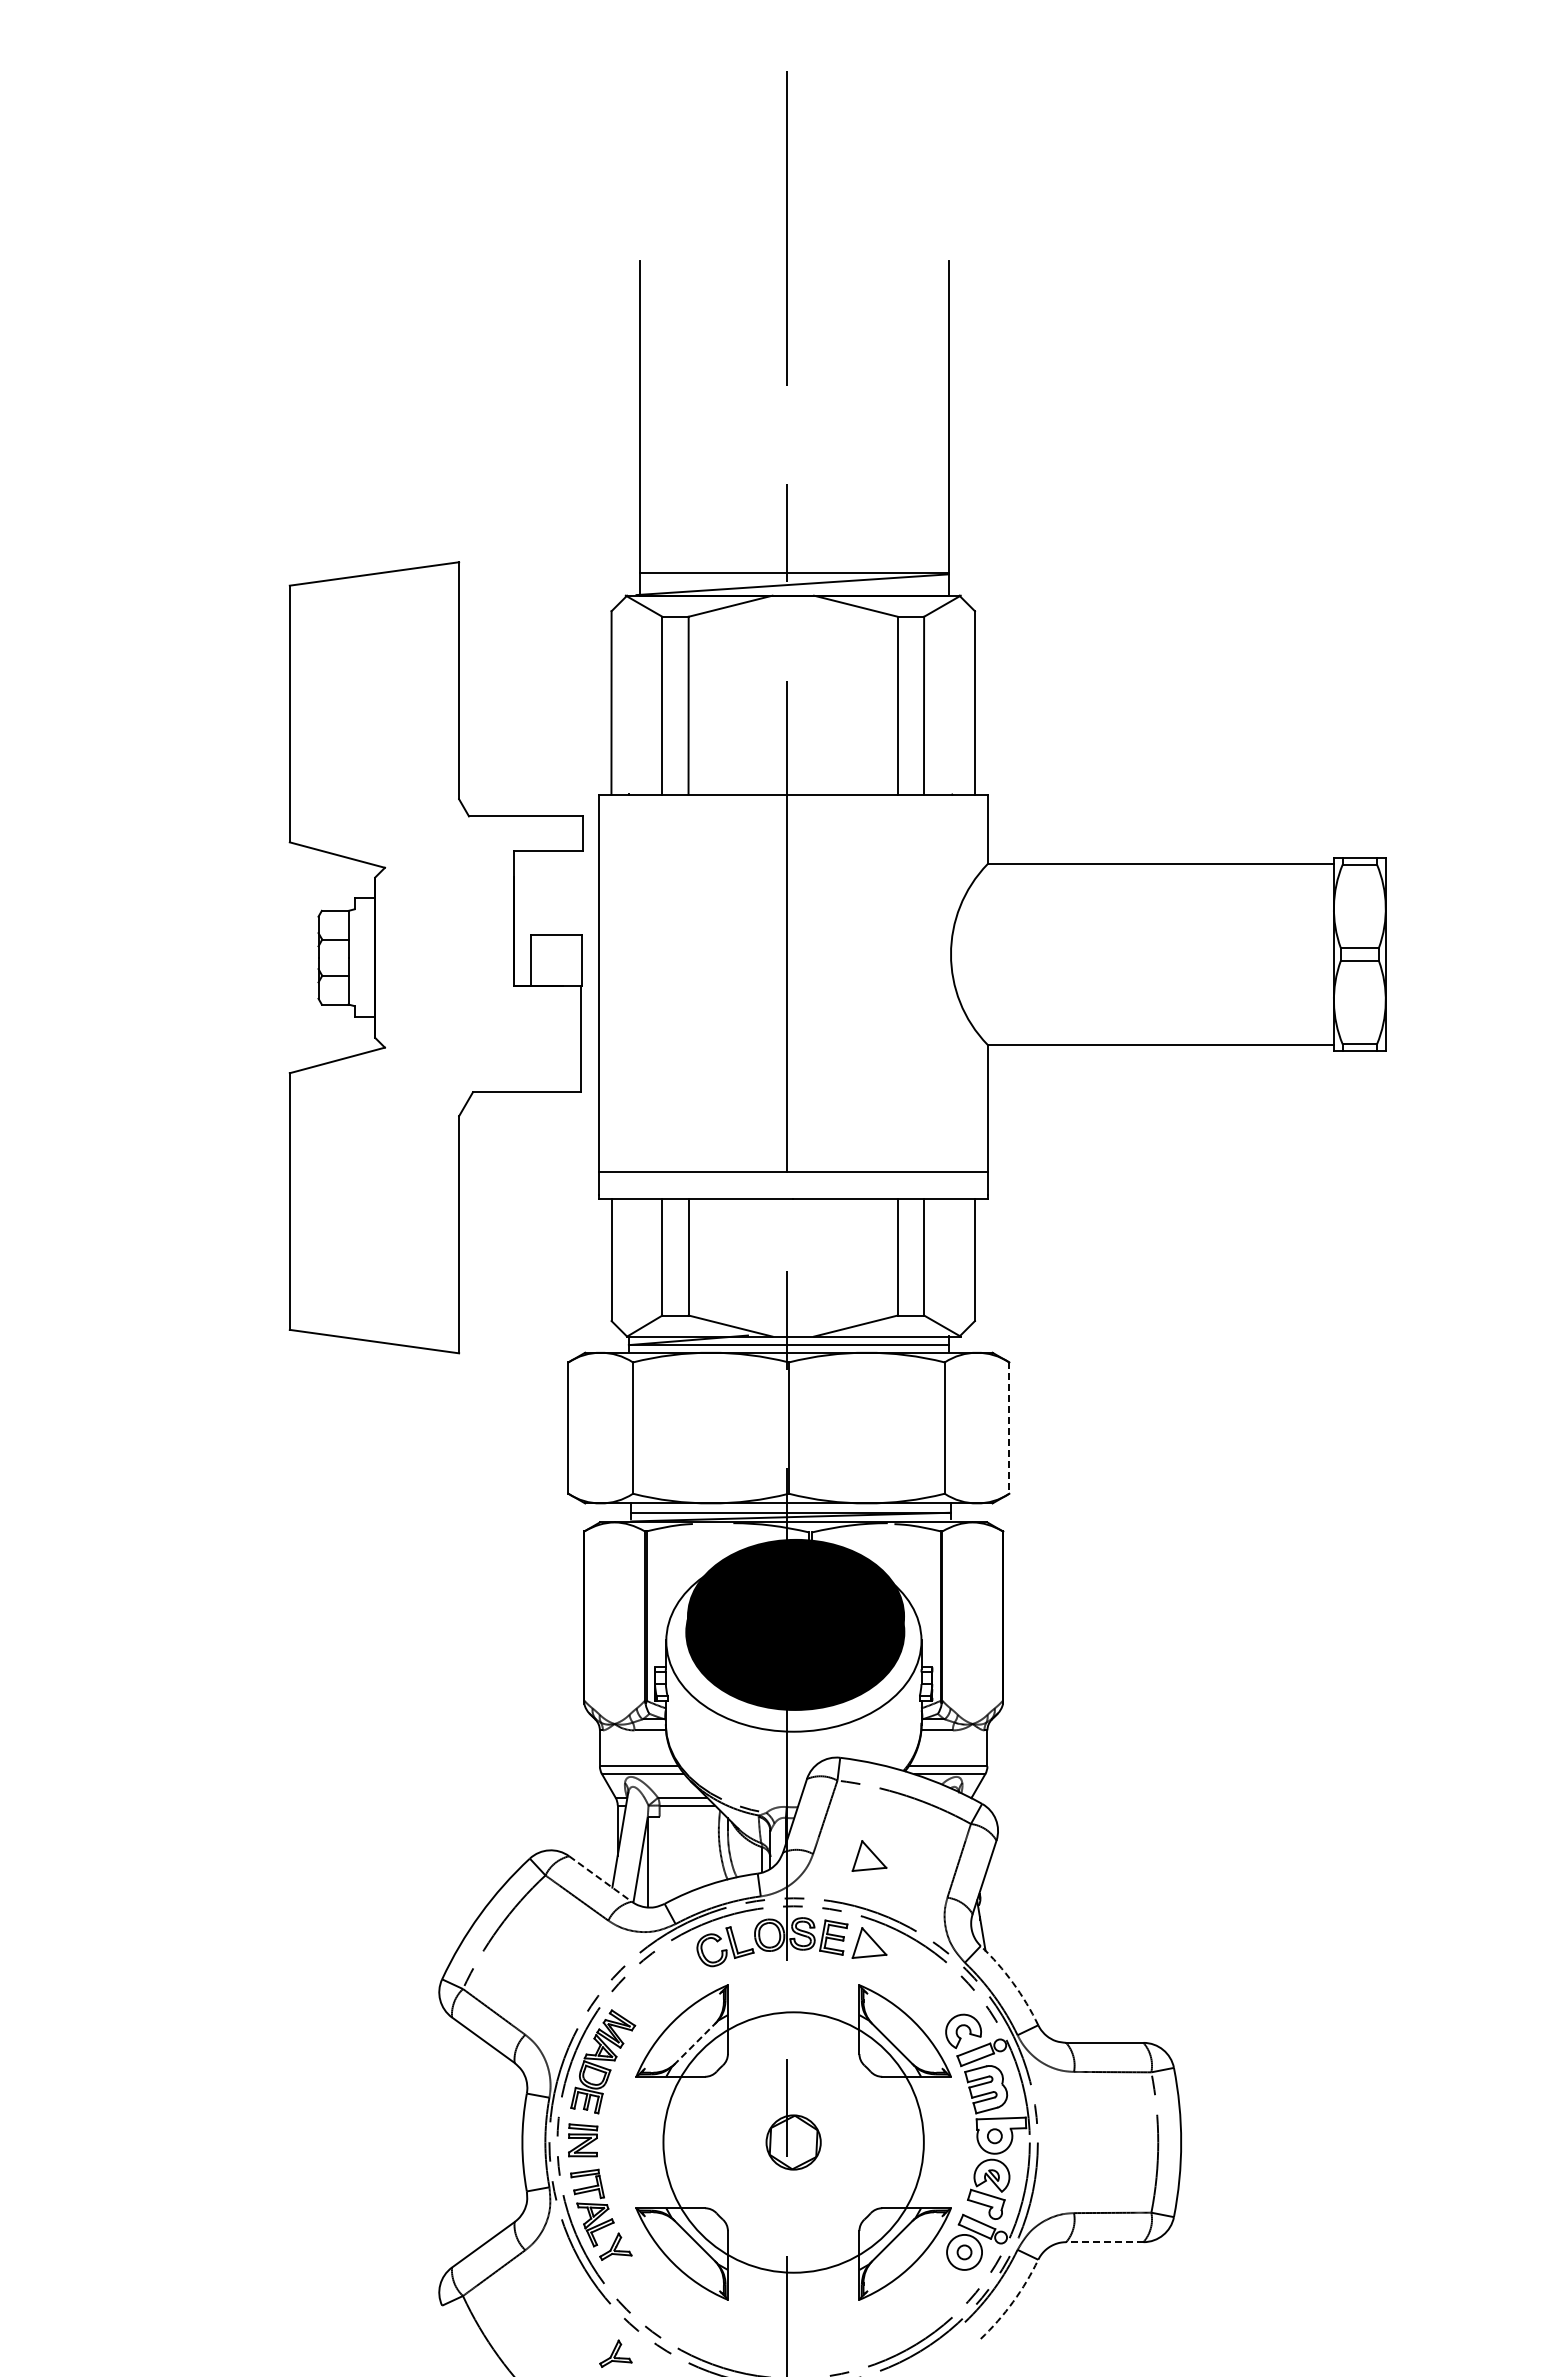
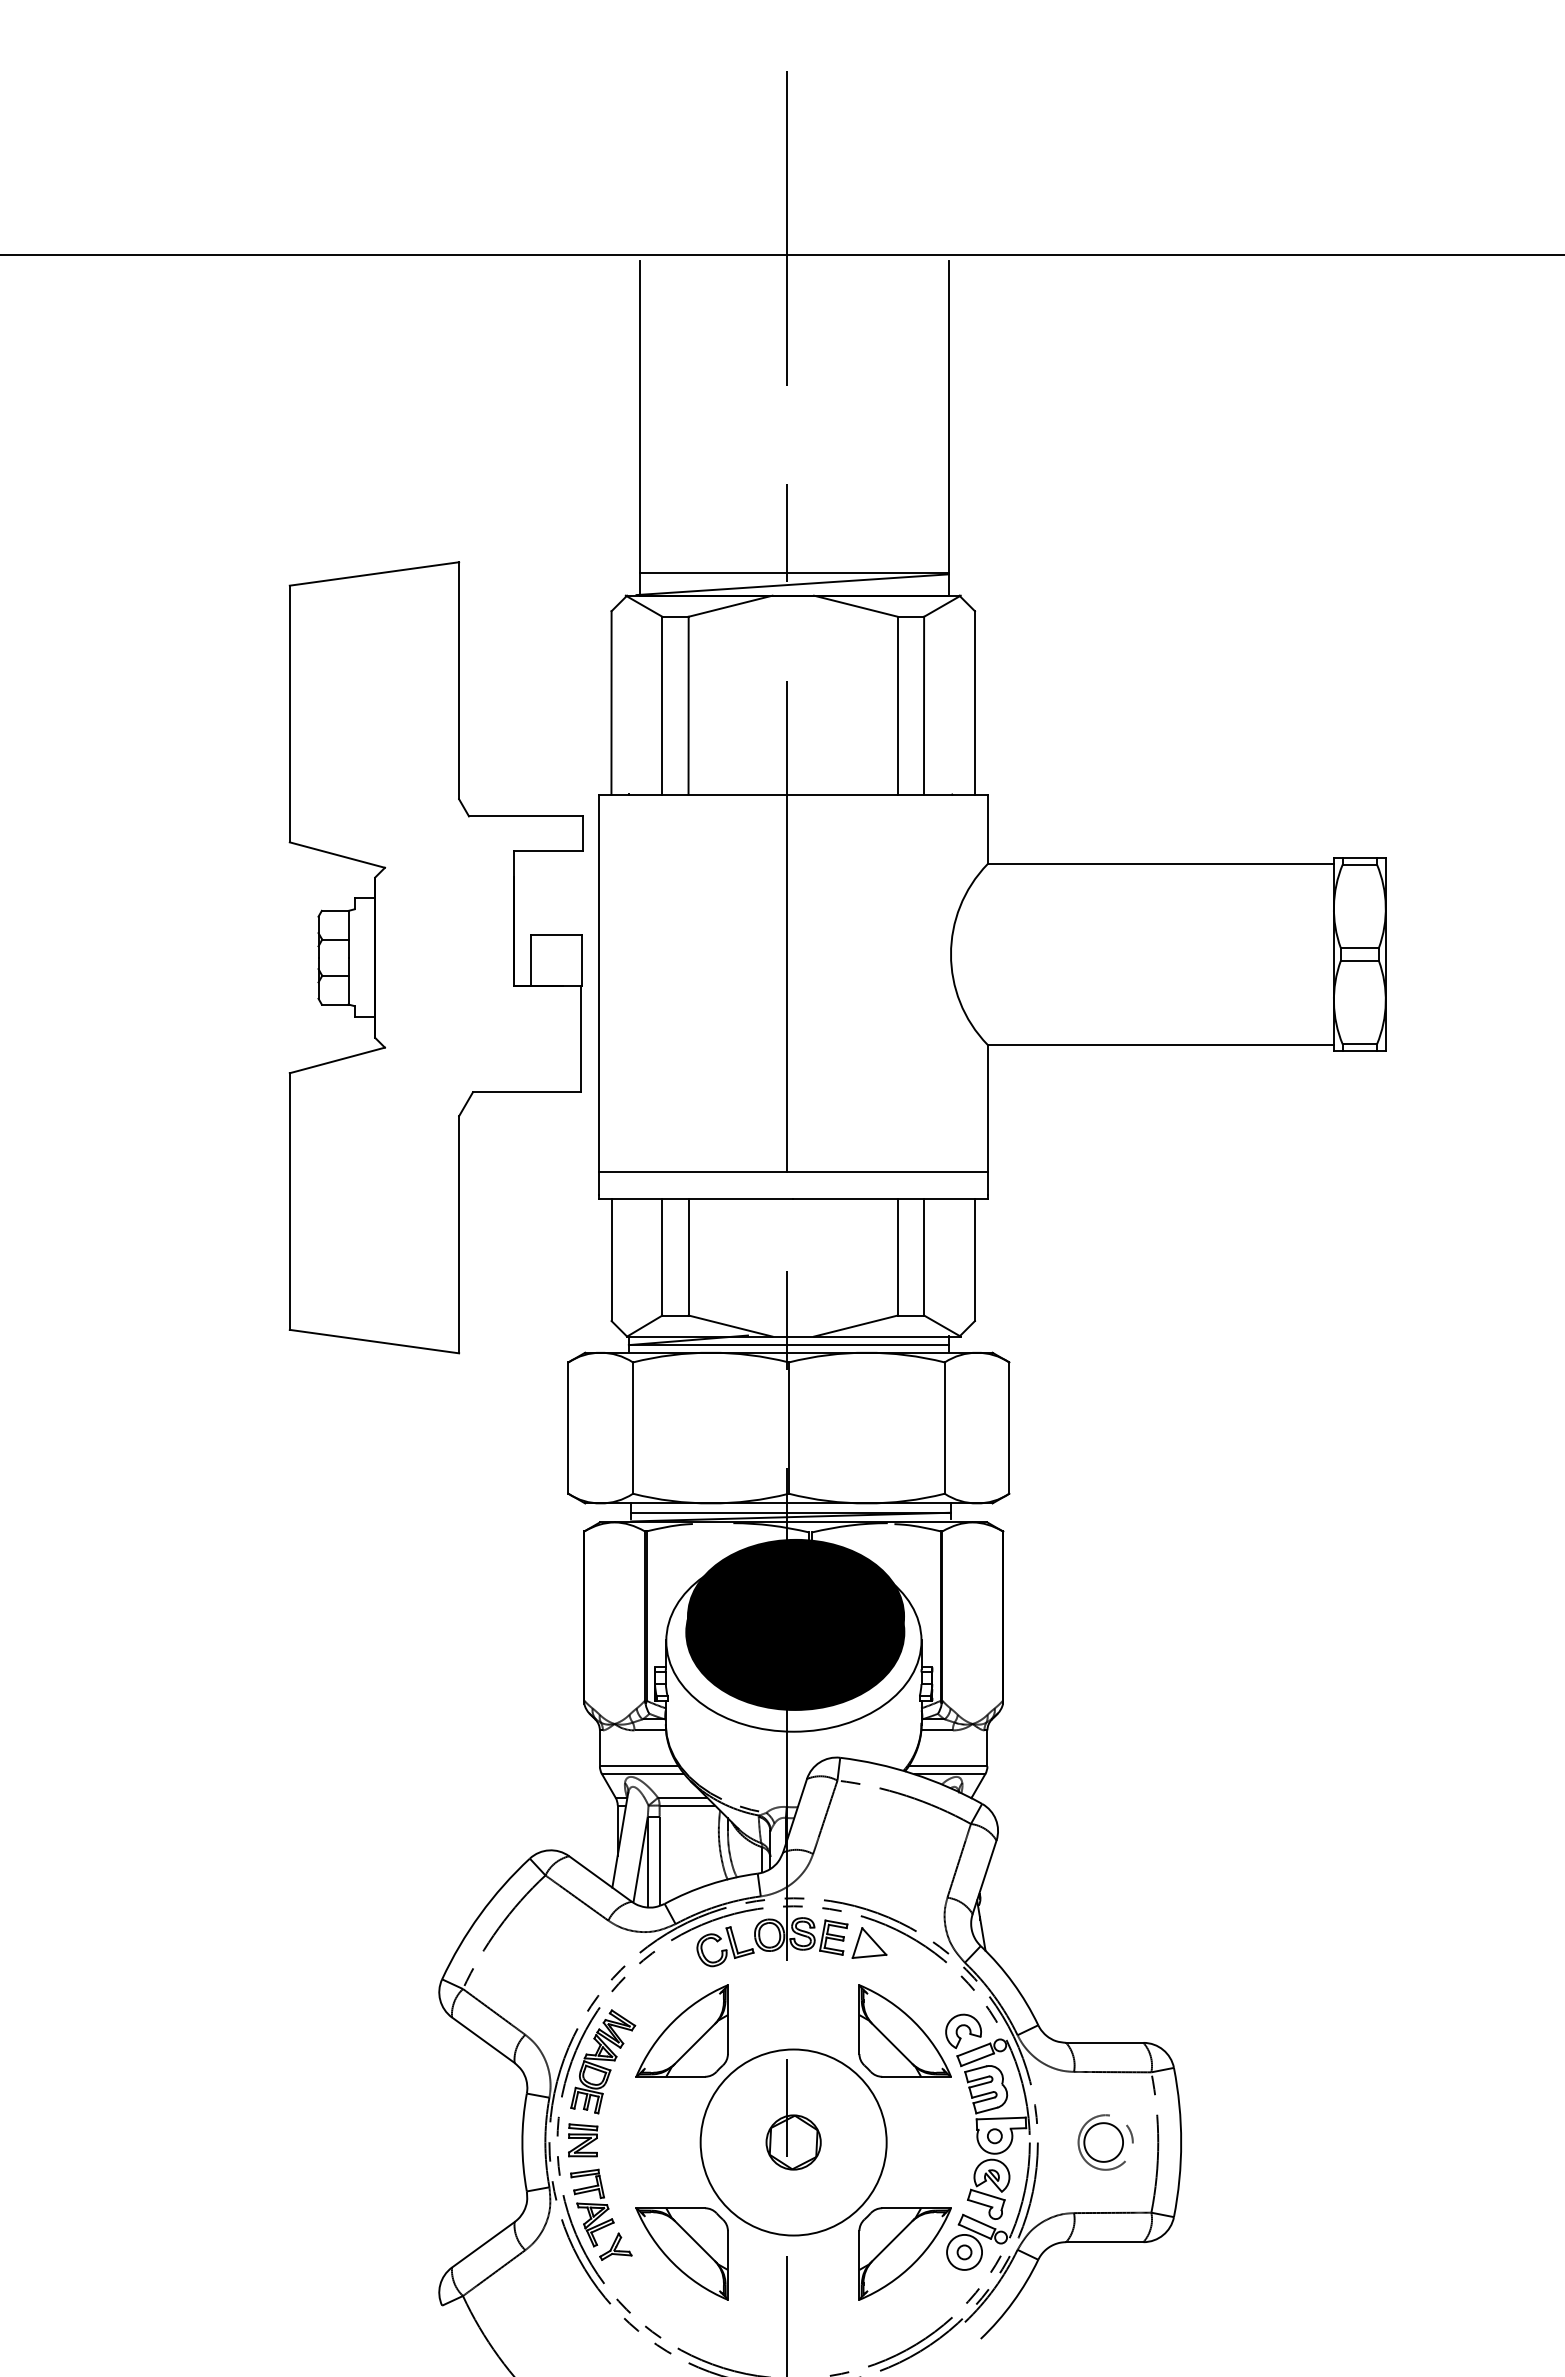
line at (781, 254): none -> present
line at (1009, 1428): dashed -> solid
part at (869, 1855): present -> none
line at (659, 1860): none -> present
line at (600, 1878): dashed -> solid
arc at (1013, 1983): dashed -> solid
line at (695, 2043): dashed -> solid
circle at (793, 2142) diameter: 260 px -> 186 px
part at (1105, 2142): none -> present
line at (1104, 2242): dashed -> solid
arc at (1013, 2301): dashed -> solid
part at (615, 2353): present -> none
